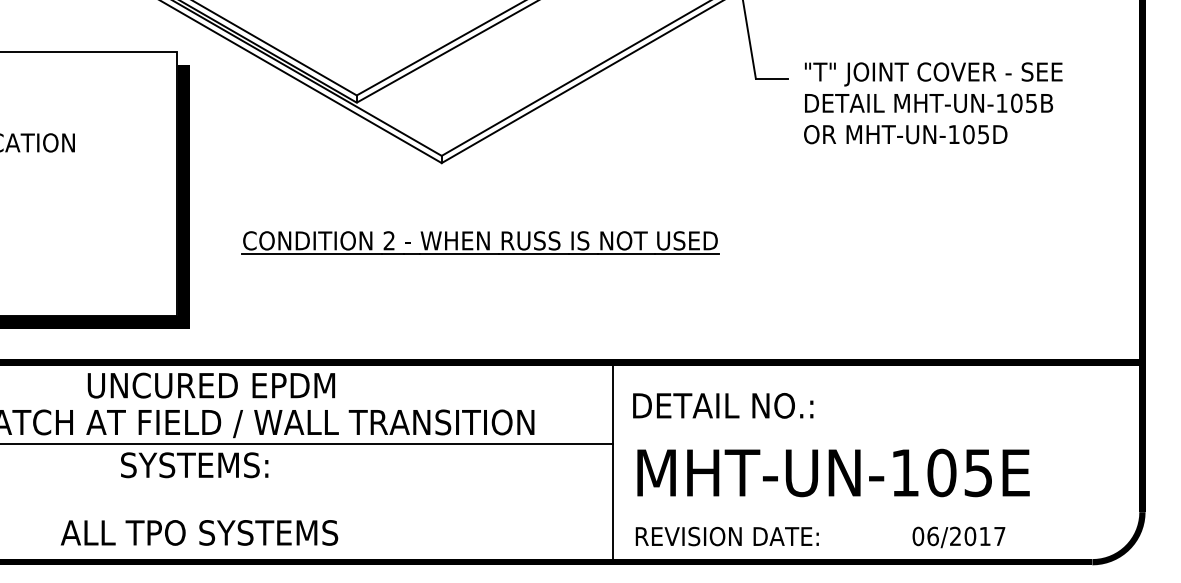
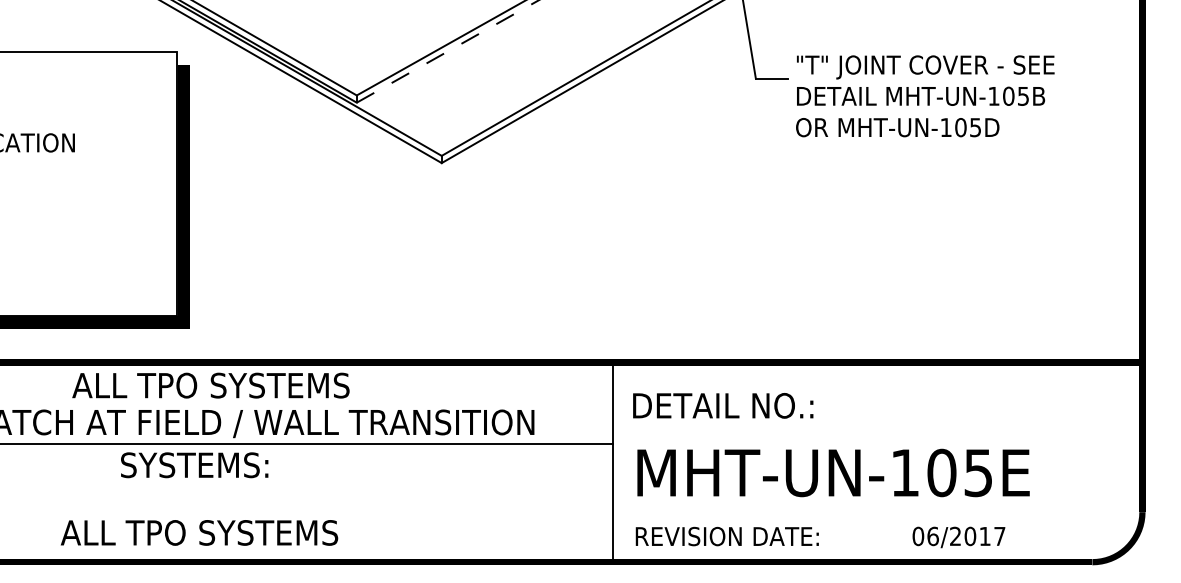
line at (448, 51): solid -> dashed
text at (933, 103) position: (933, 103) -> (925, 96)
part at (480, 242): present -> none
text at (210, 385): UNCURED EPDM -> ALL TPO SYSTEMS
